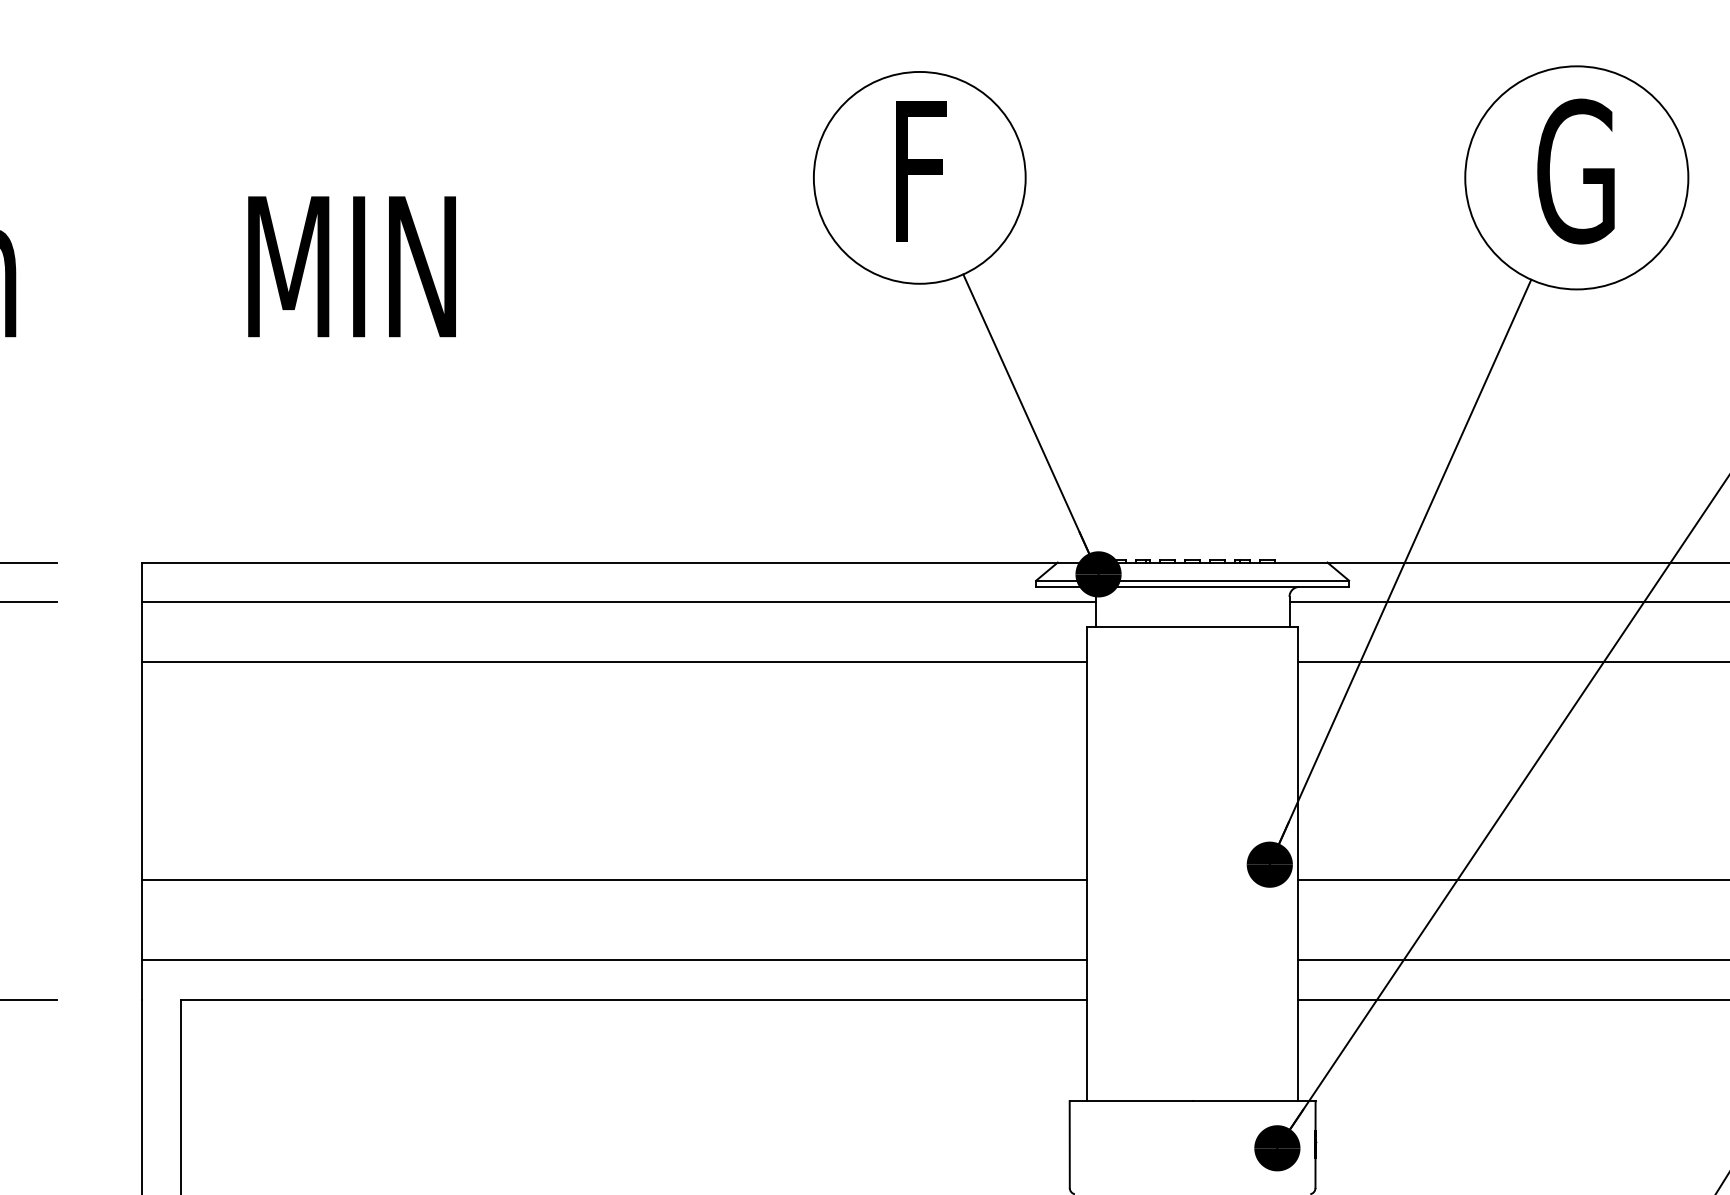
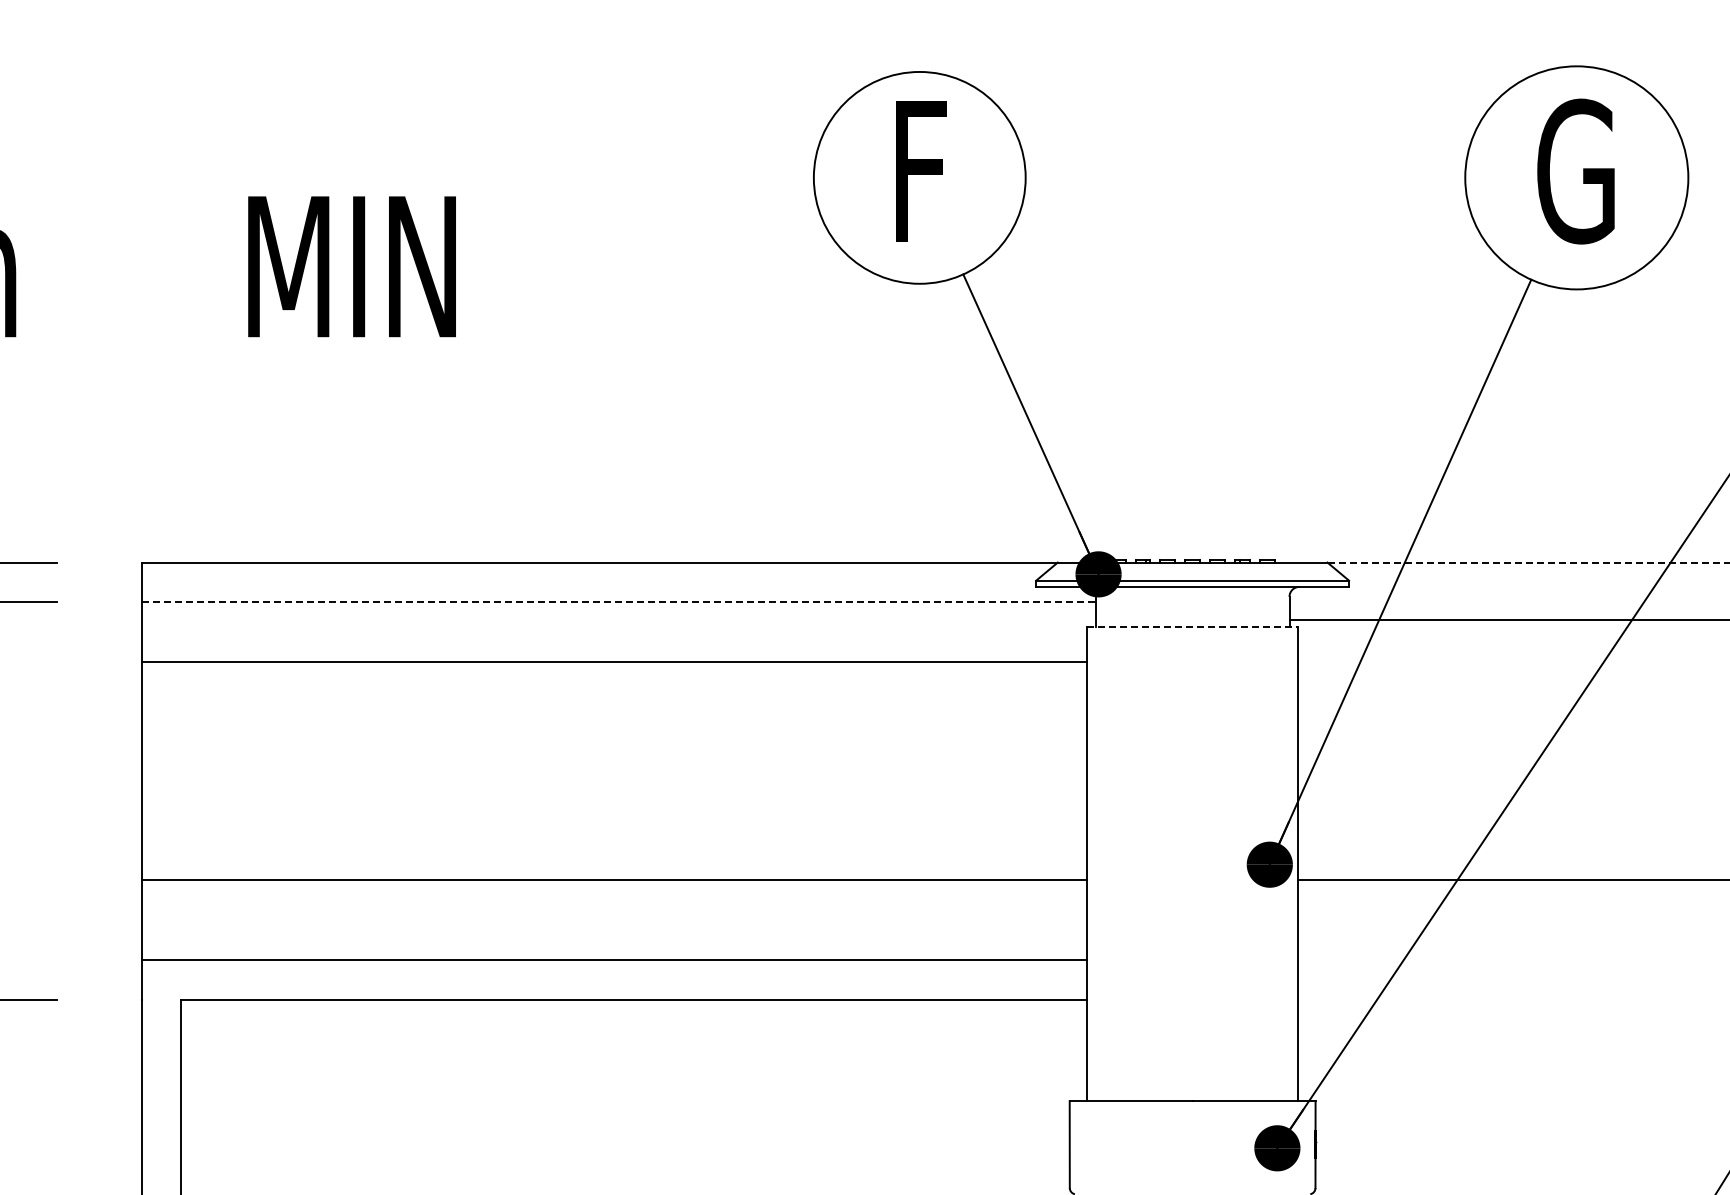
line at (1528, 562): solid -> dashed
line at (619, 602): solid -> dashed
line at (1507, 602) position: (1507, 602) -> (1507, 620)
line at (1193, 626): solid -> dashed
line at (1511, 661): present -> none
line at (1511, 959): present -> none
line at (1511, 999): present -> none
